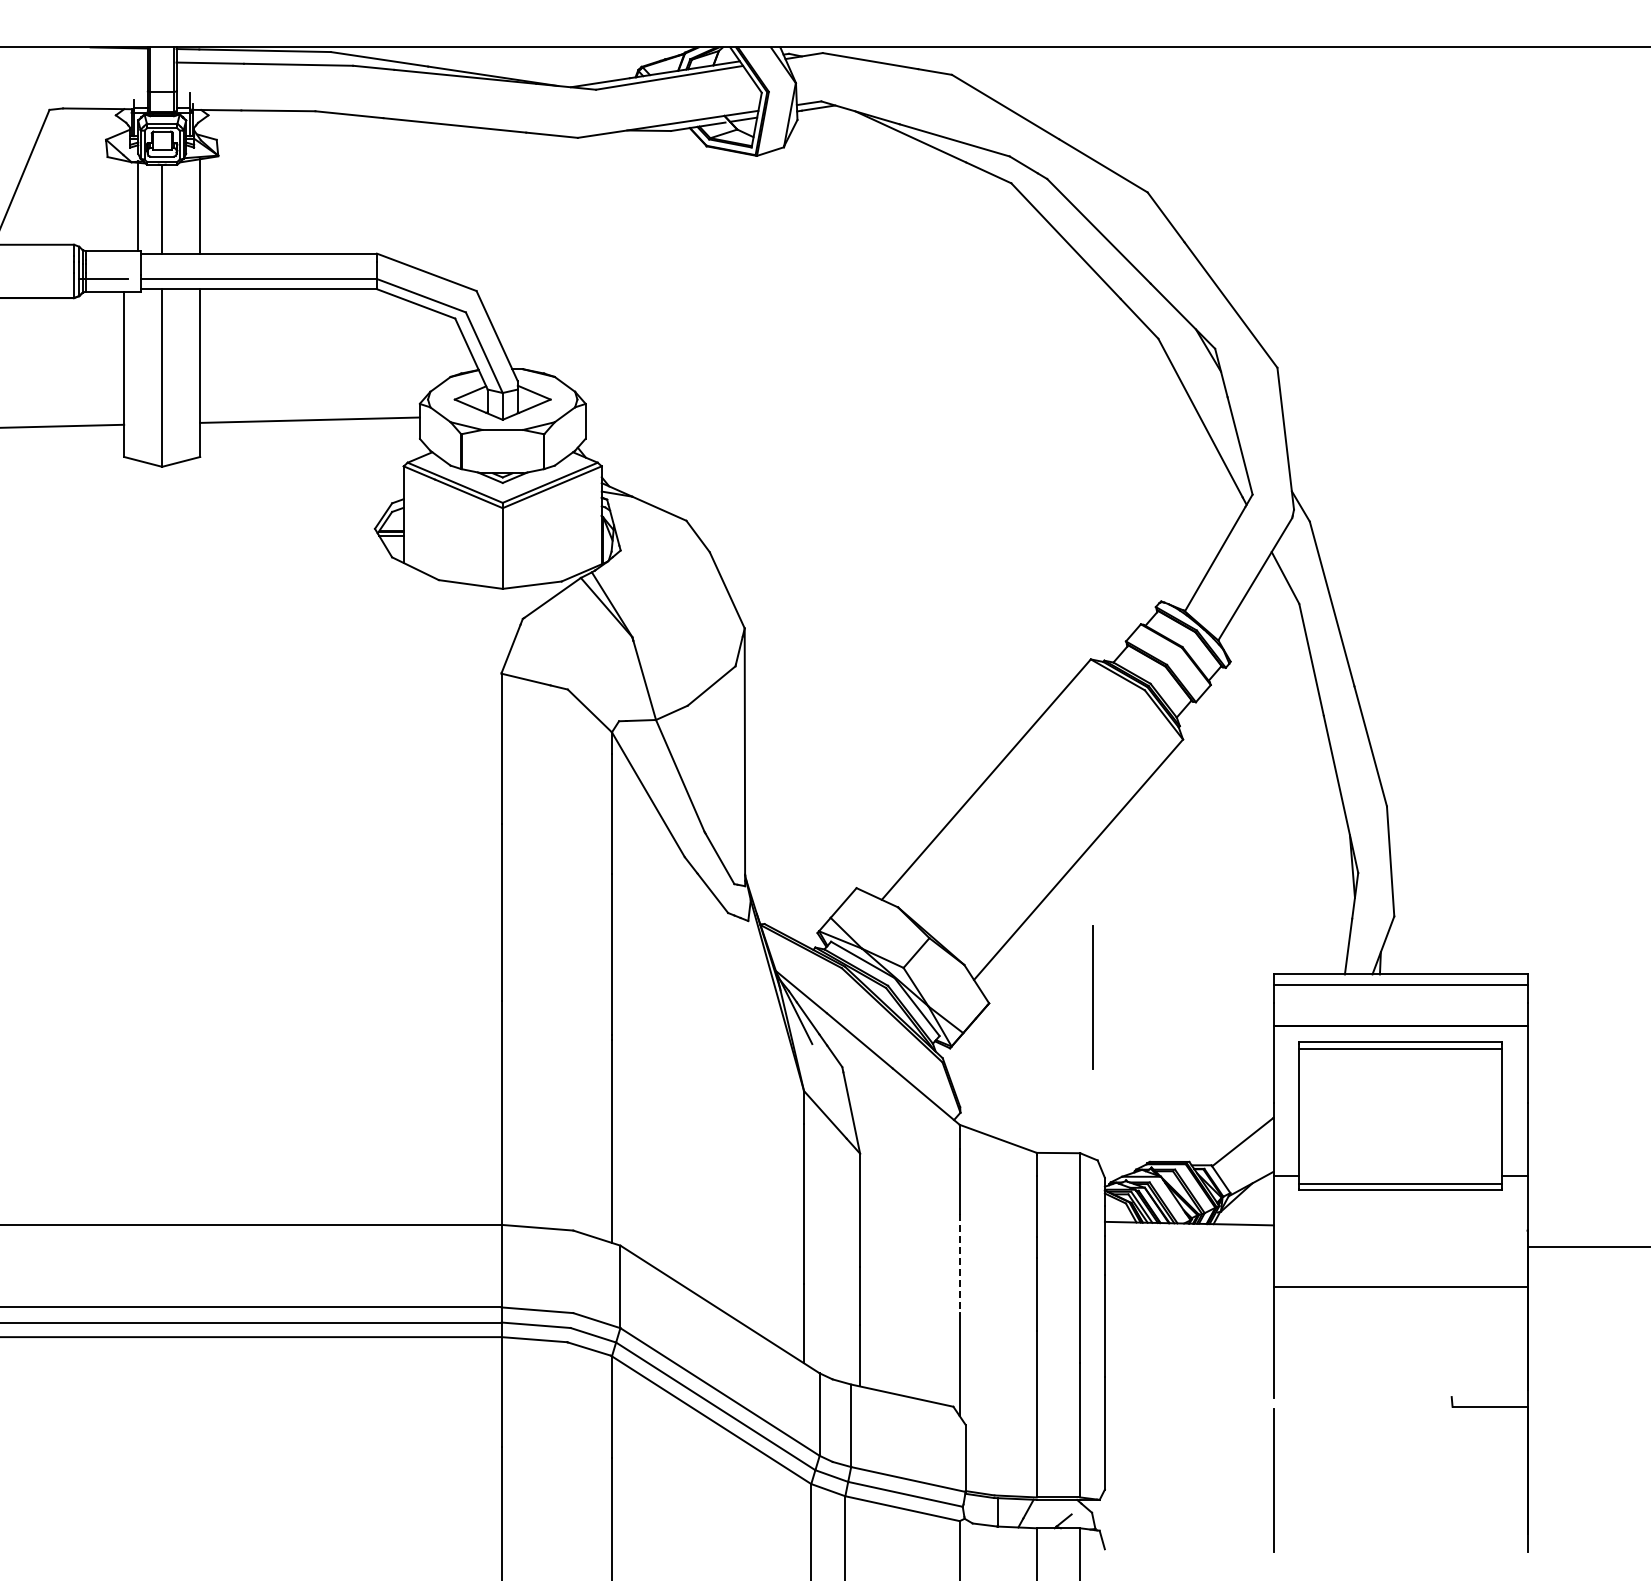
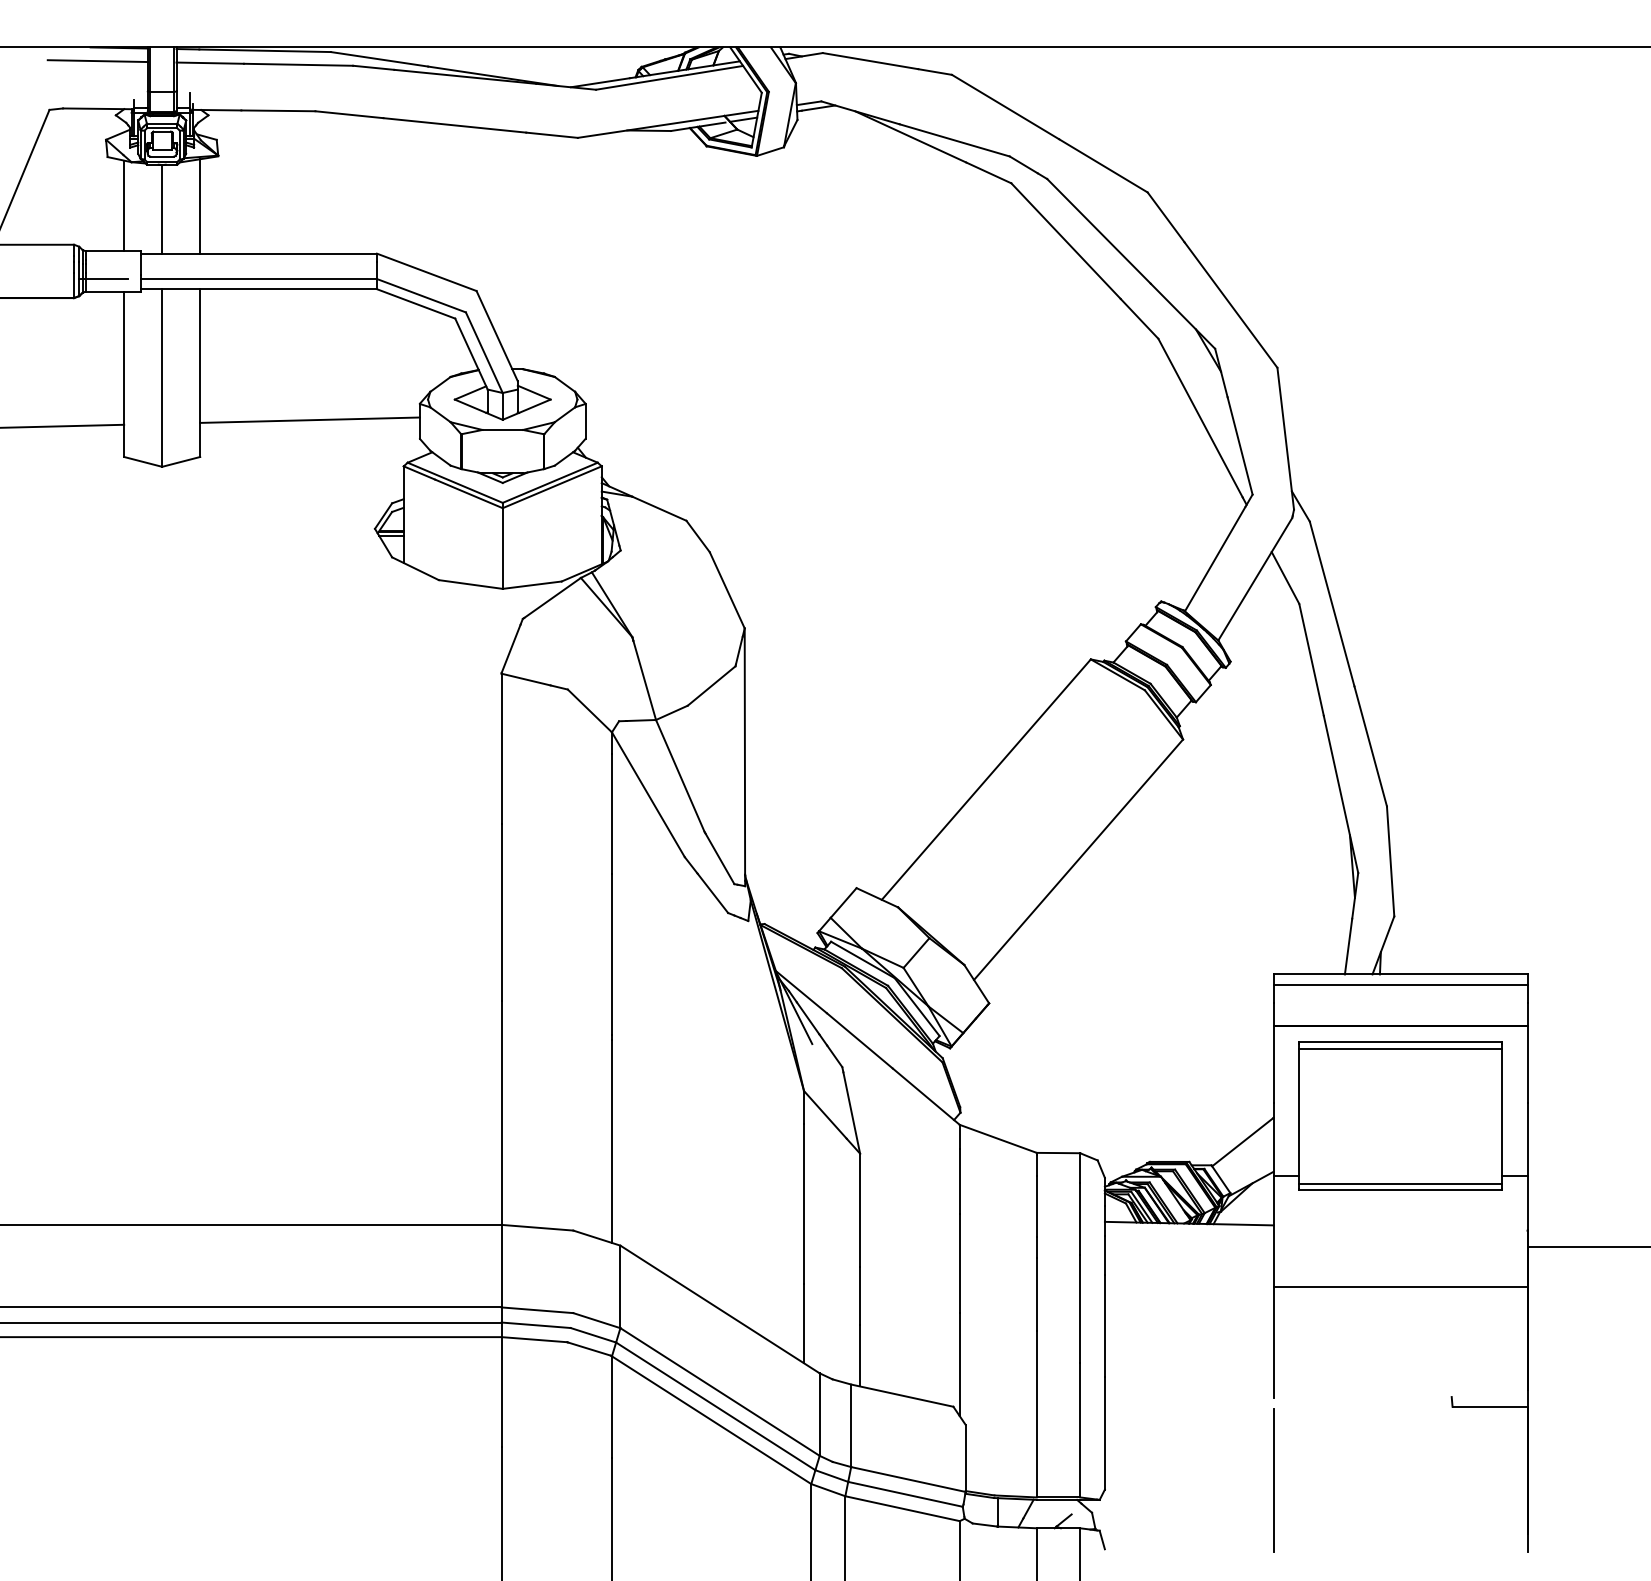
line at (97, 61): none -> present
line at (138, 205) position: (138, 205) -> (124, 205)
line at (1092, 997): present -> none
line at (959, 1263): dashed -> solid
